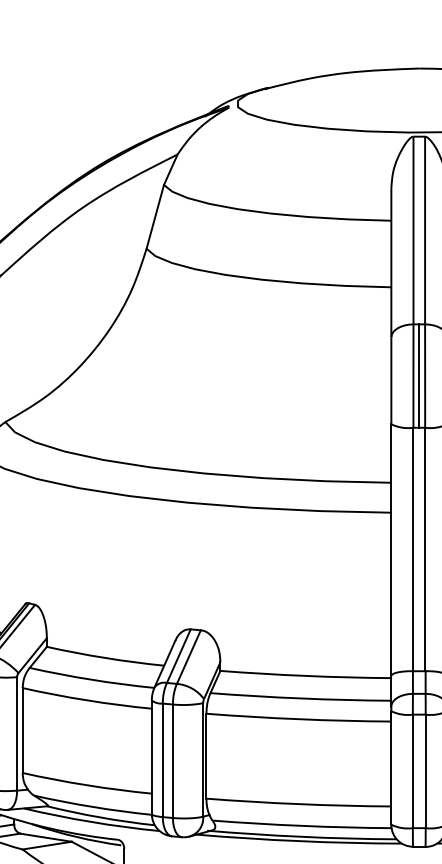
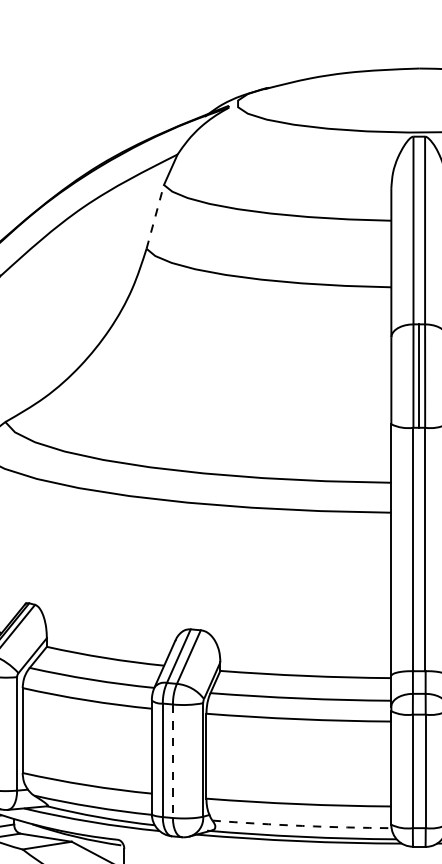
line at (155, 216): solid -> dashed
line at (172, 761): solid -> dashed
arc at (302, 825): solid -> dashed
